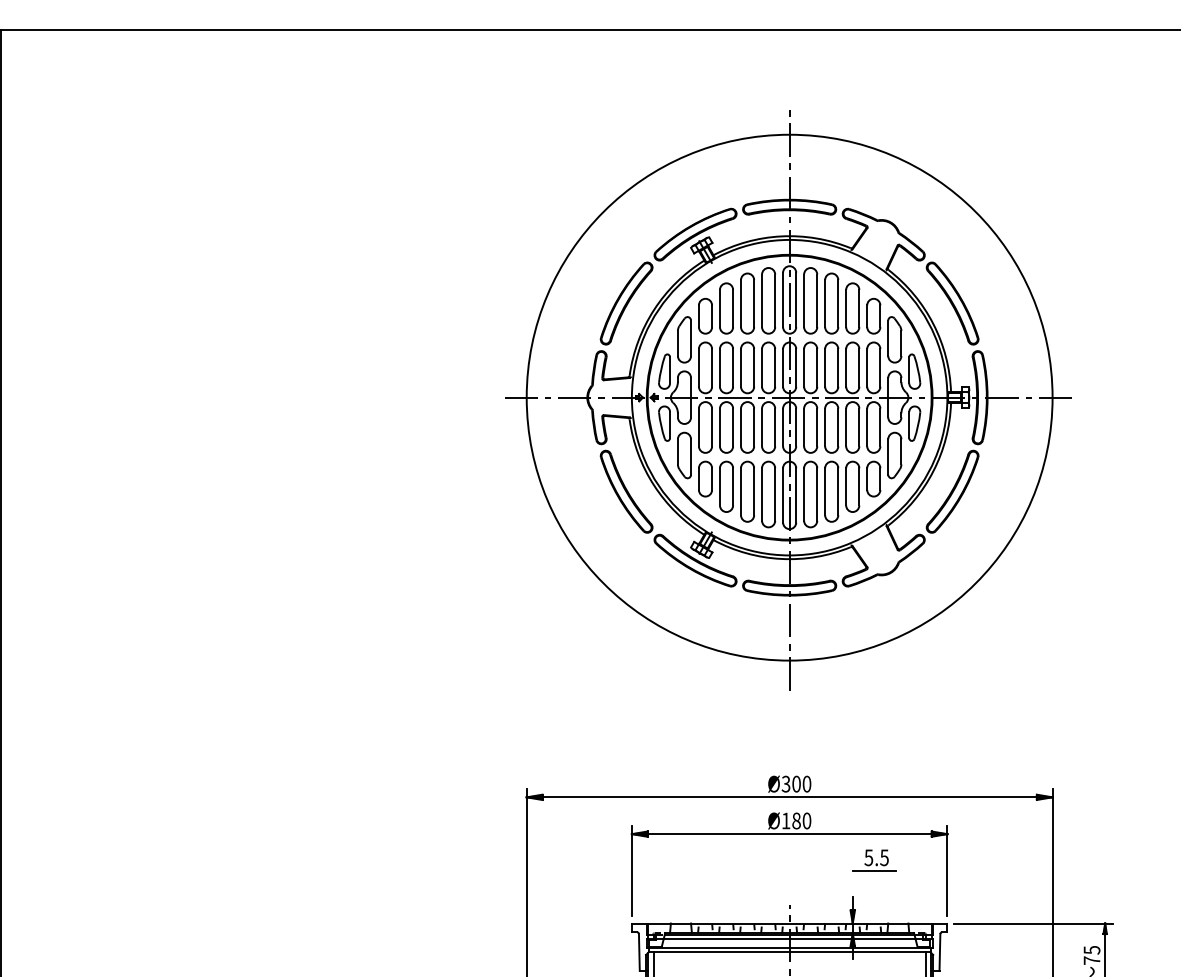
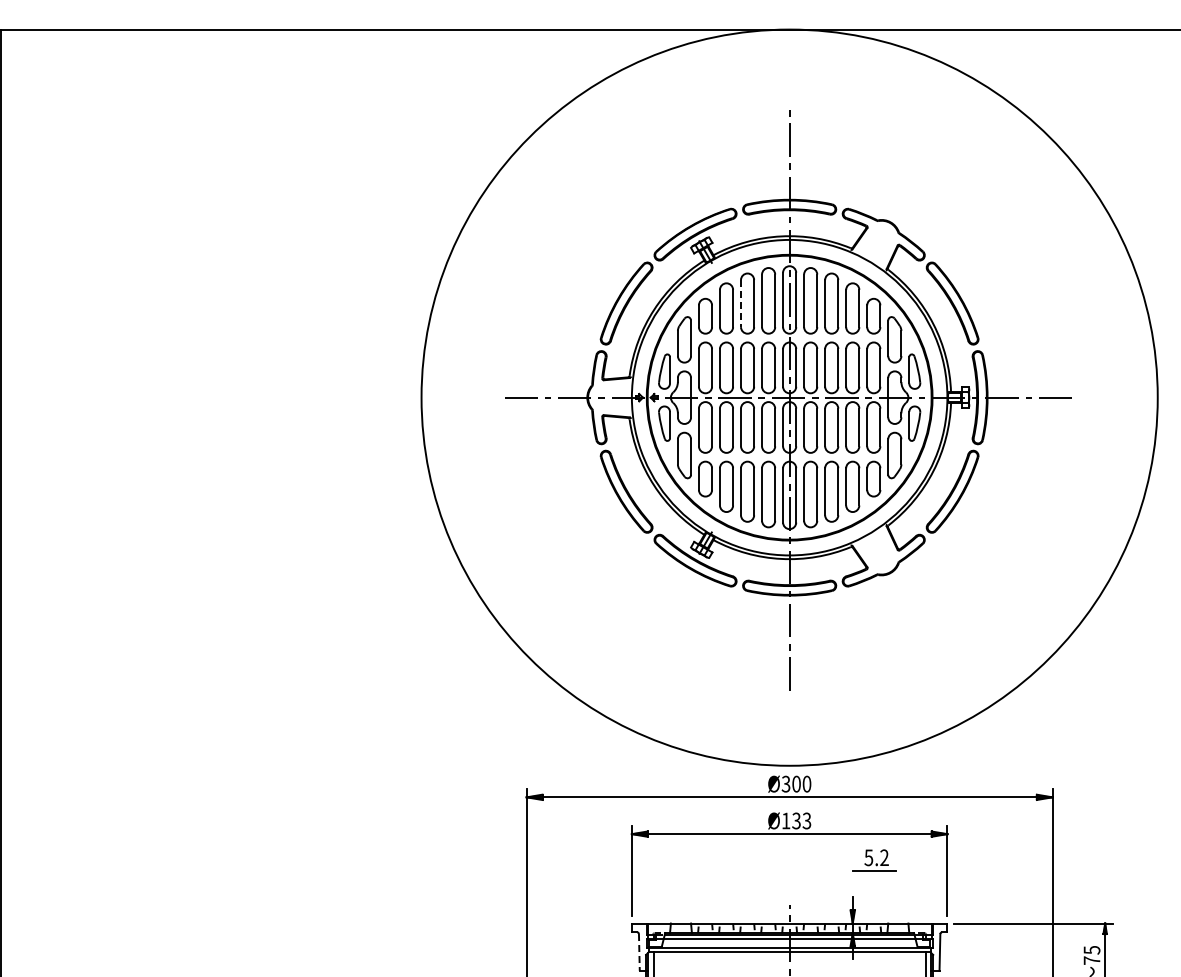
line at (741, 303): solid -> dashed
circle at (789, 397) diameter: 526 px -> 736 px
text at (801, 820): Ø180 -> Ø133
text at (884, 857): 5.5 -> 5.2
line at (639, 952): solid -> dashed
